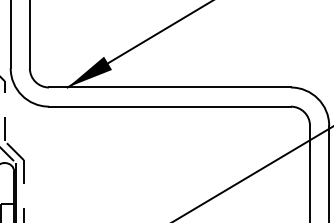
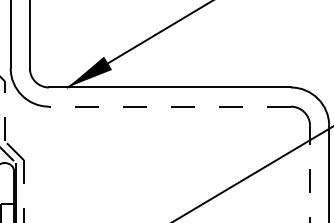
line at (169, 106): solid -> dashed
line at (310, 173): solid -> dashed
